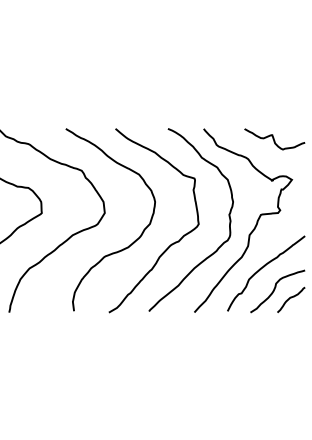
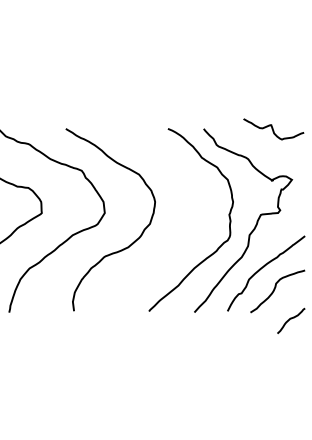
curve at (274, 139) position: (274, 139) -> (273, 129)
curve at (171, 243): present -> none
curve at (291, 298) position: (291, 298) -> (291, 319)
